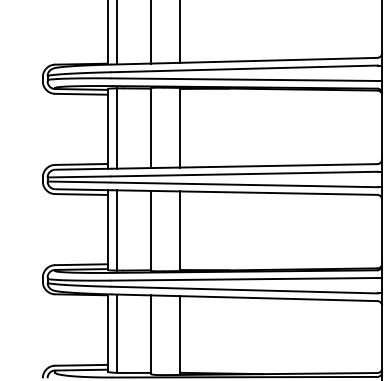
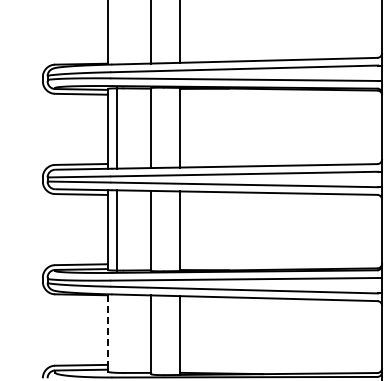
line at (117, 33): present -> none
line at (107, 330): solid -> dashed
line at (117, 333): present -> none
